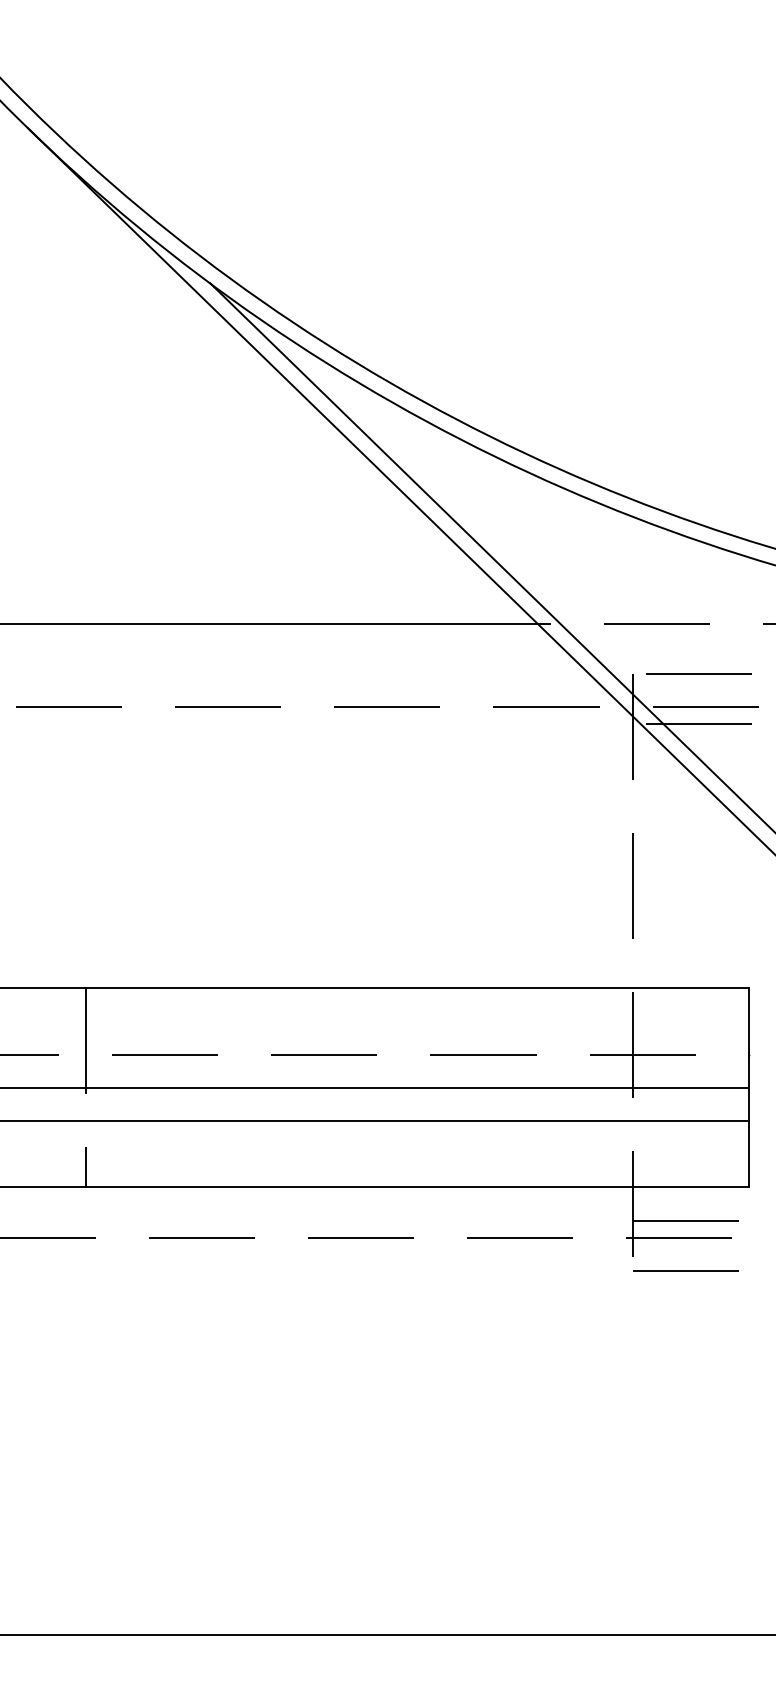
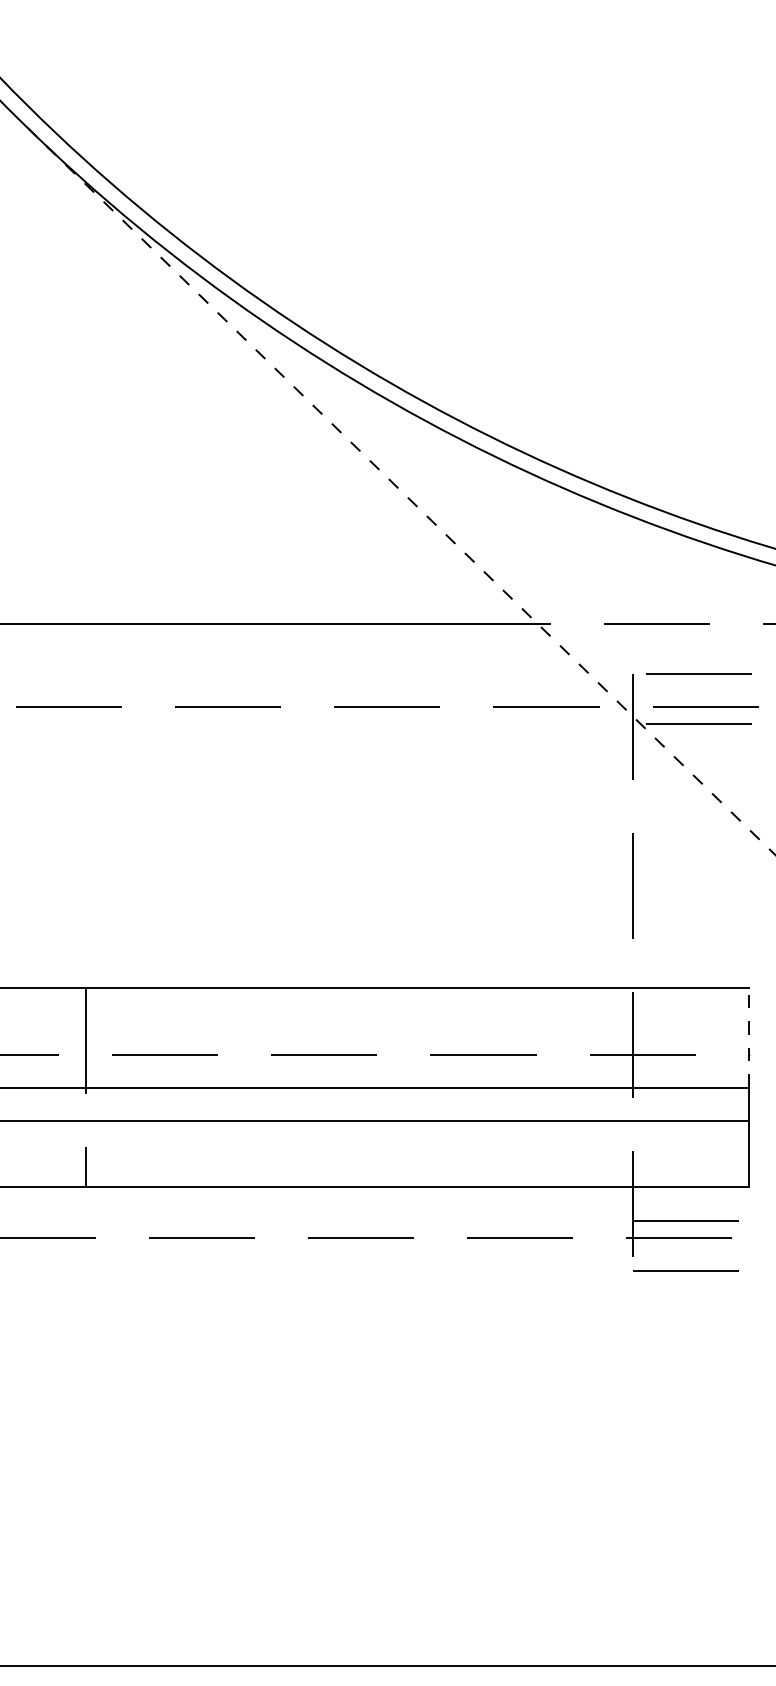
line at (401, 491): solid -> dashed
line at (491, 556): present -> none
line at (748, 1037): solid -> dashed
line at (387, 1635) position: (387, 1635) -> (387, 1666)
